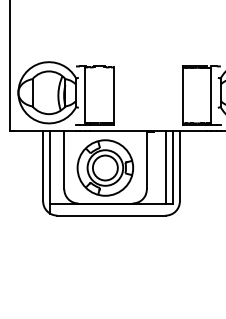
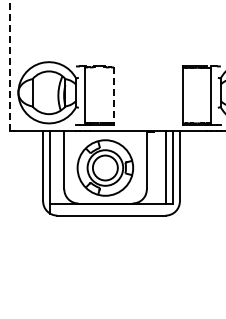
line at (9, 65): solid -> dashed
line at (113, 95): solid -> dashed
